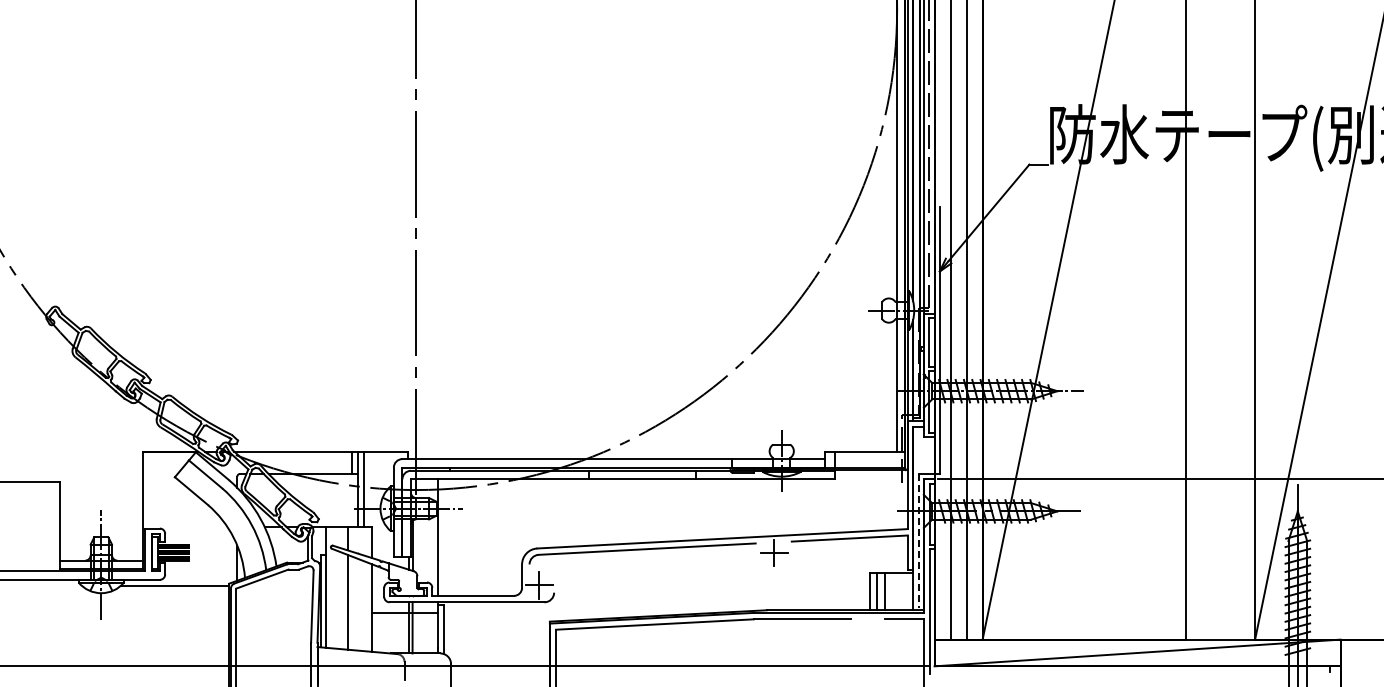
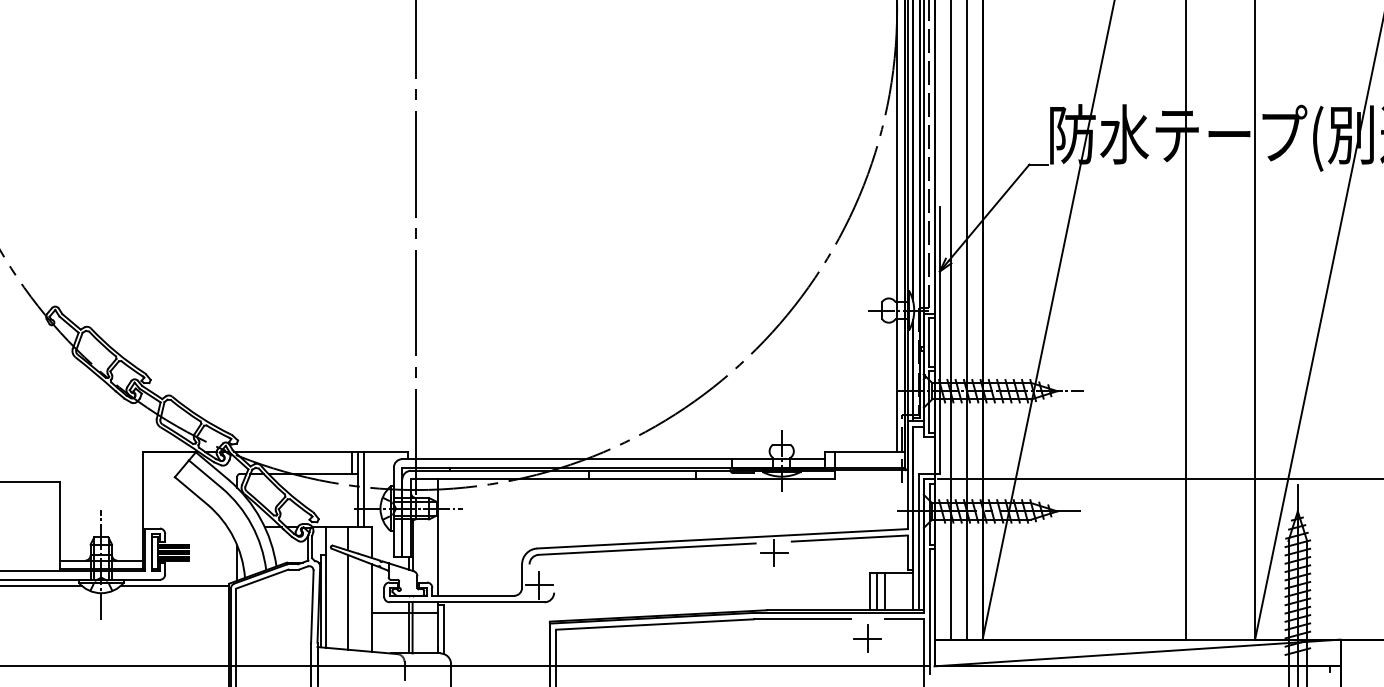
line at (918, 540): dashed -> solid
line at (41, 586): none -> present
part at (867, 638): none -> present
